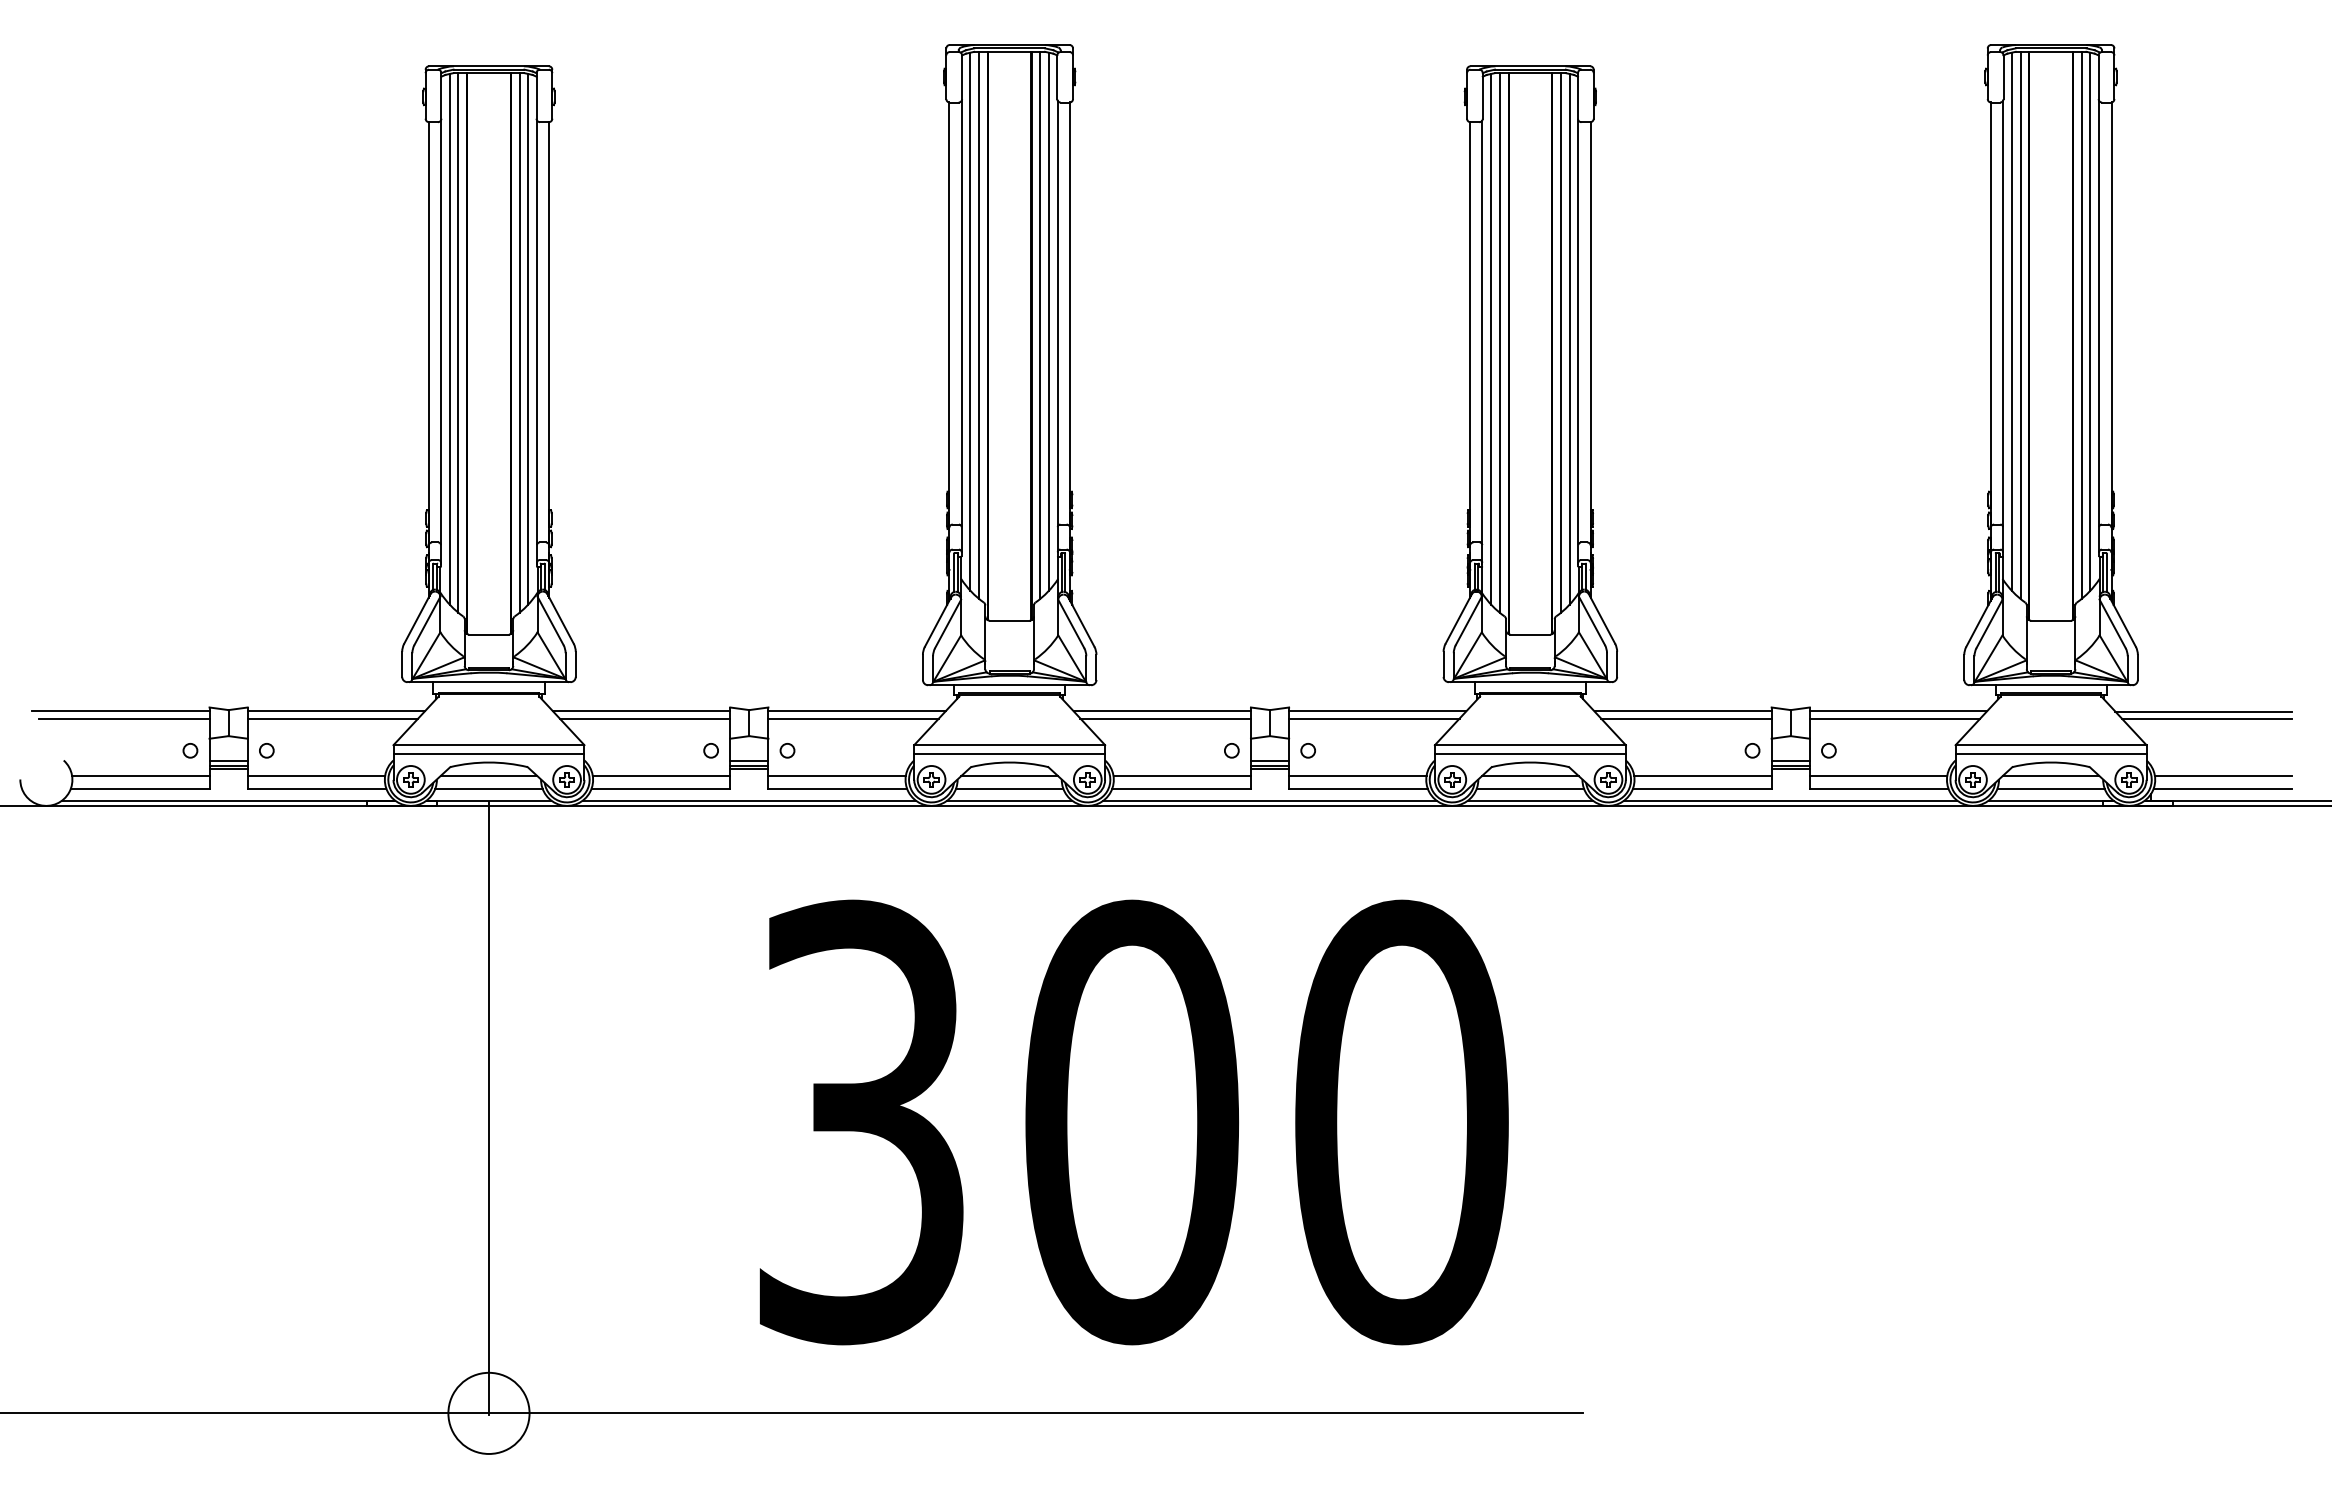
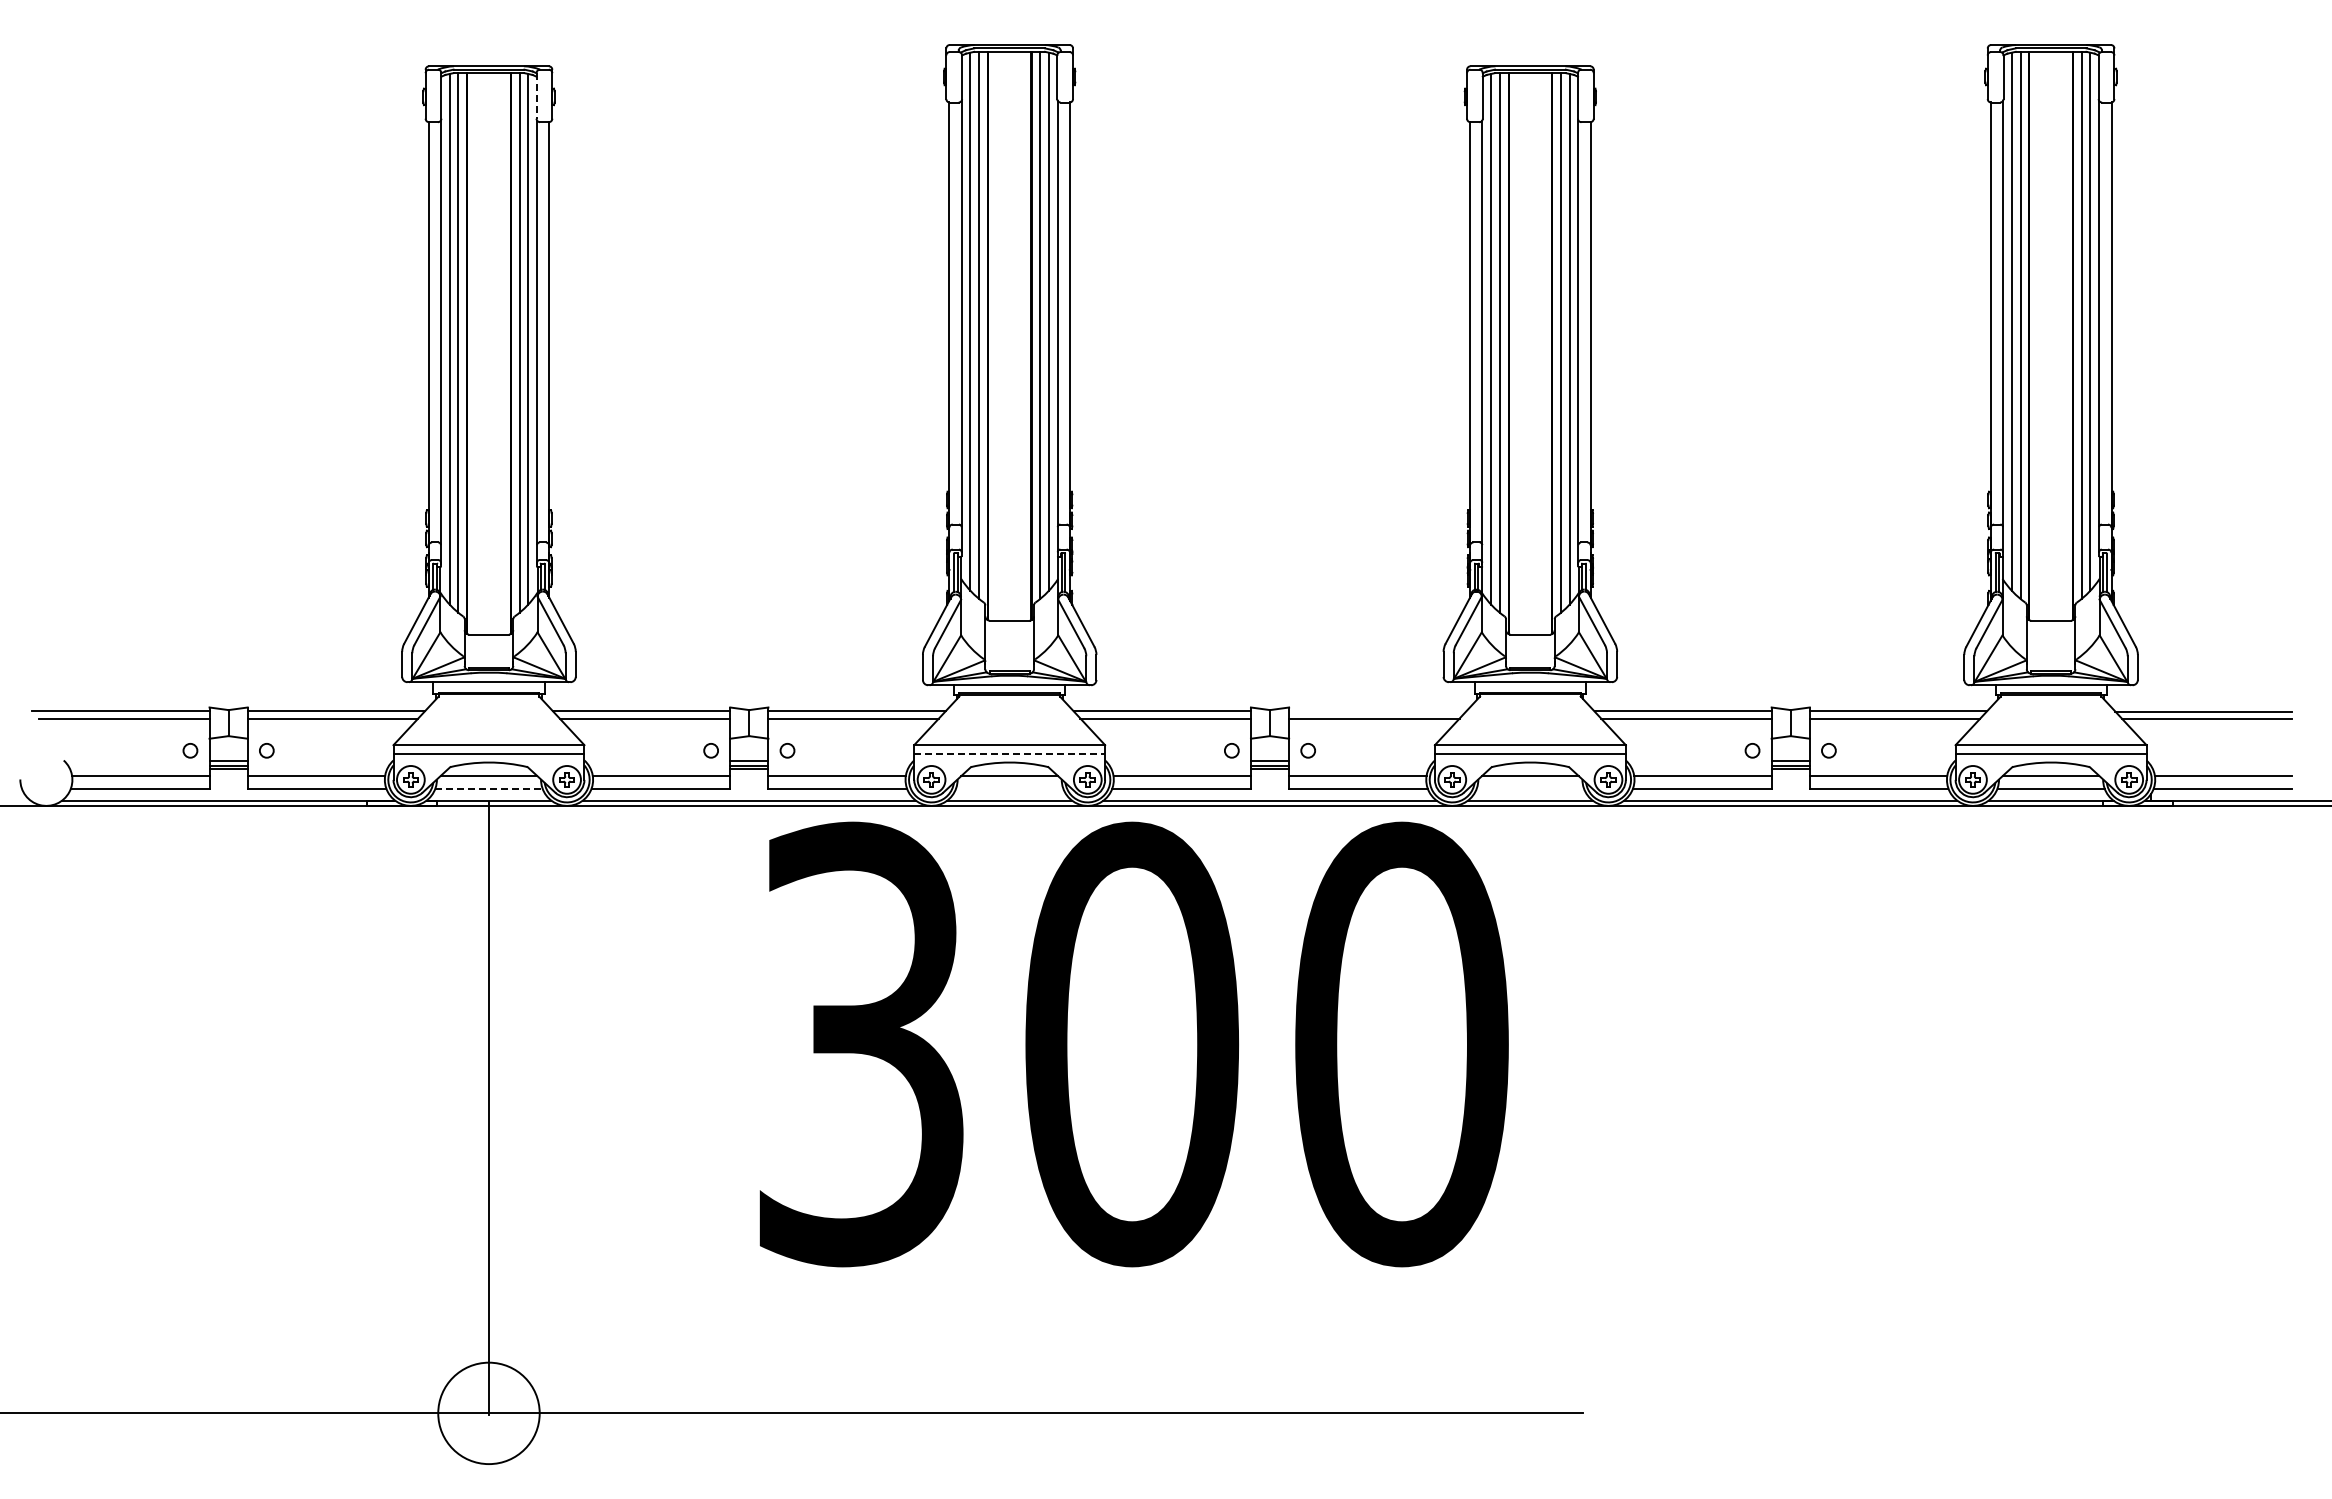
line at (536, 95): solid -> dashed
line at (1377, 711): present -> none
line at (1010, 753): solid -> dashed
line at (488, 788): solid -> dashed
line at (1009, 788): present -> none
line at (1529, 788): present -> none
text at (1133, 1122) position: (1133, 1122) -> (1133, 1044)
circle at (488, 1412) diameter: 81 px -> 101 px
